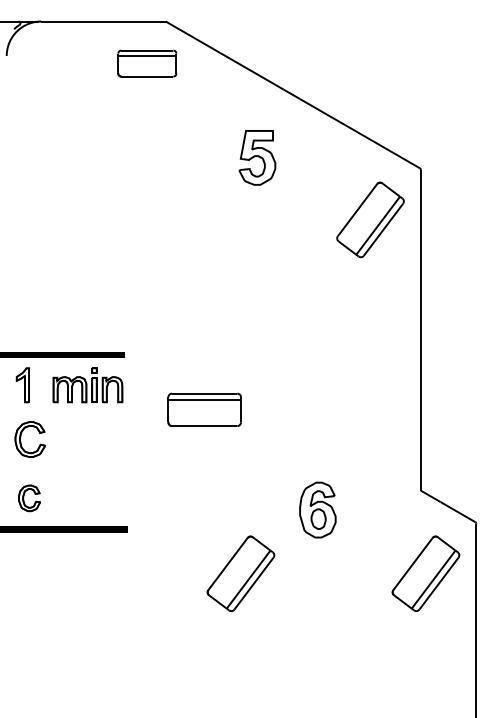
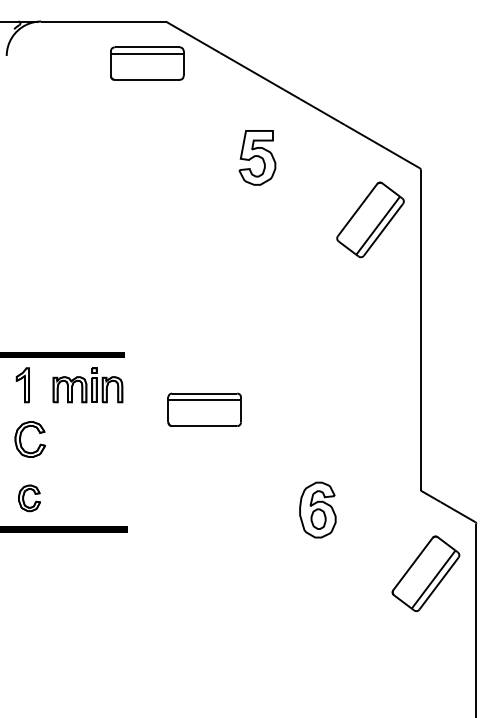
part at (147, 63) size: 61x29 px -> 75x35 px
part at (240, 573): present -> none
